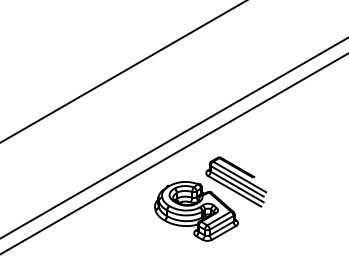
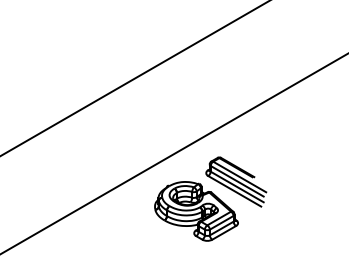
line at (123, 71) position: (123, 71) -> (134, 78)
line at (173, 138): present -> none
